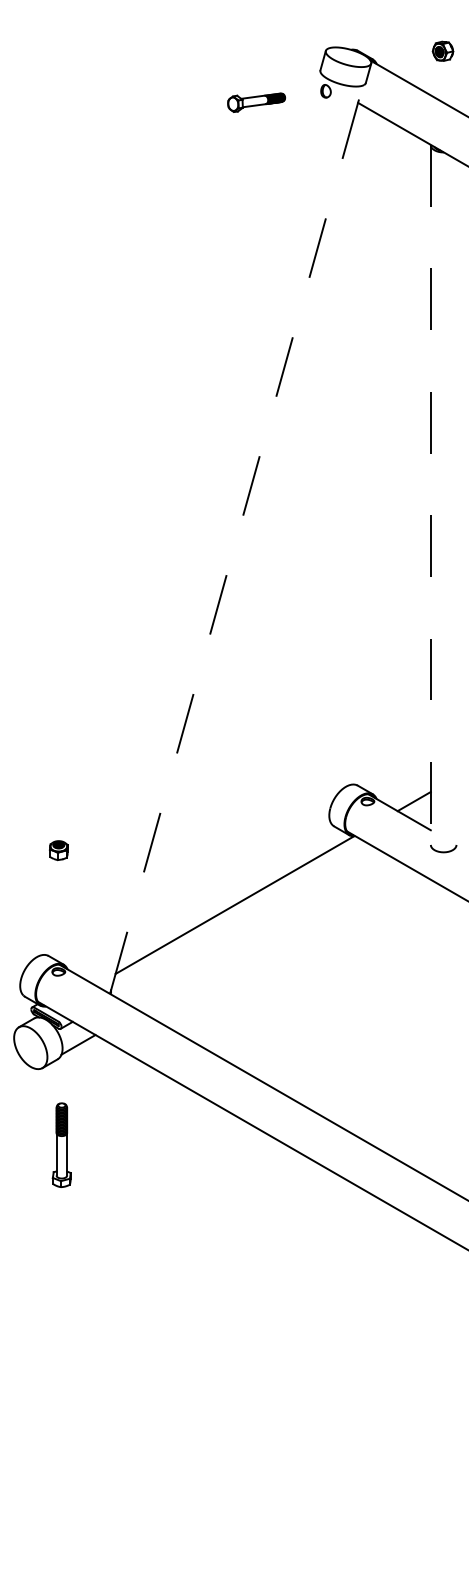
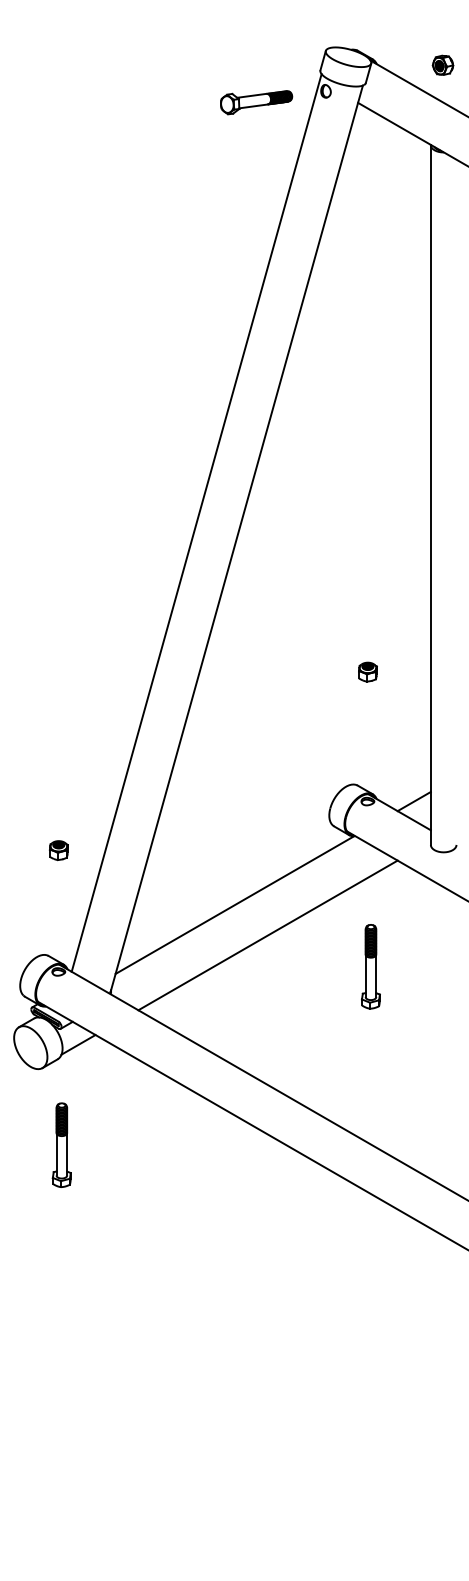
part at (442, 50) position: (442, 50) -> (442, 64)
part at (256, 102) size: 60x21 px -> 74x26 px
line at (430, 495): dashed -> solid
line at (196, 522): none -> present
line at (236, 537): dashed -> solid
part at (367, 671): none -> present
line at (267, 935): none -> present
part at (370, 966): none -> present
